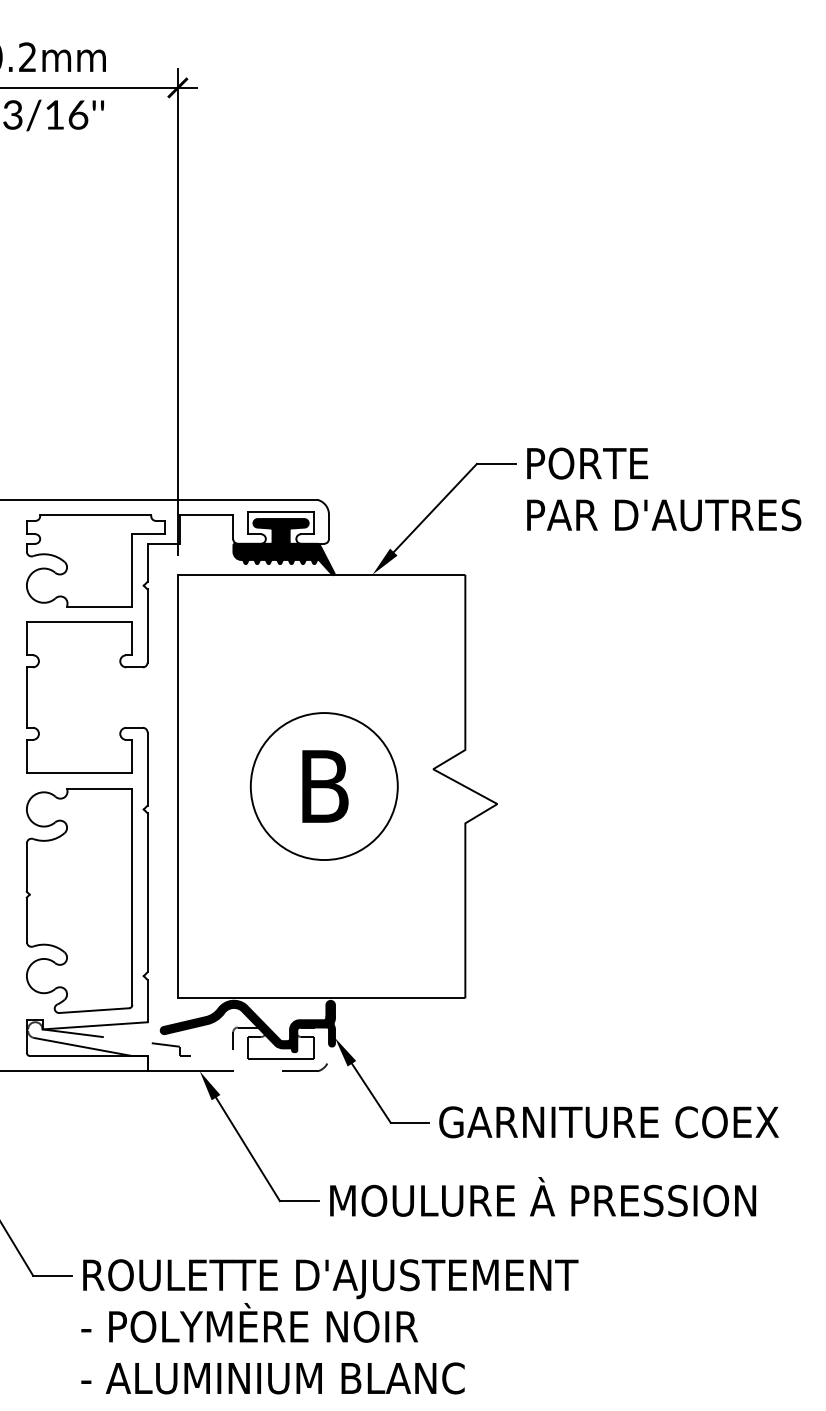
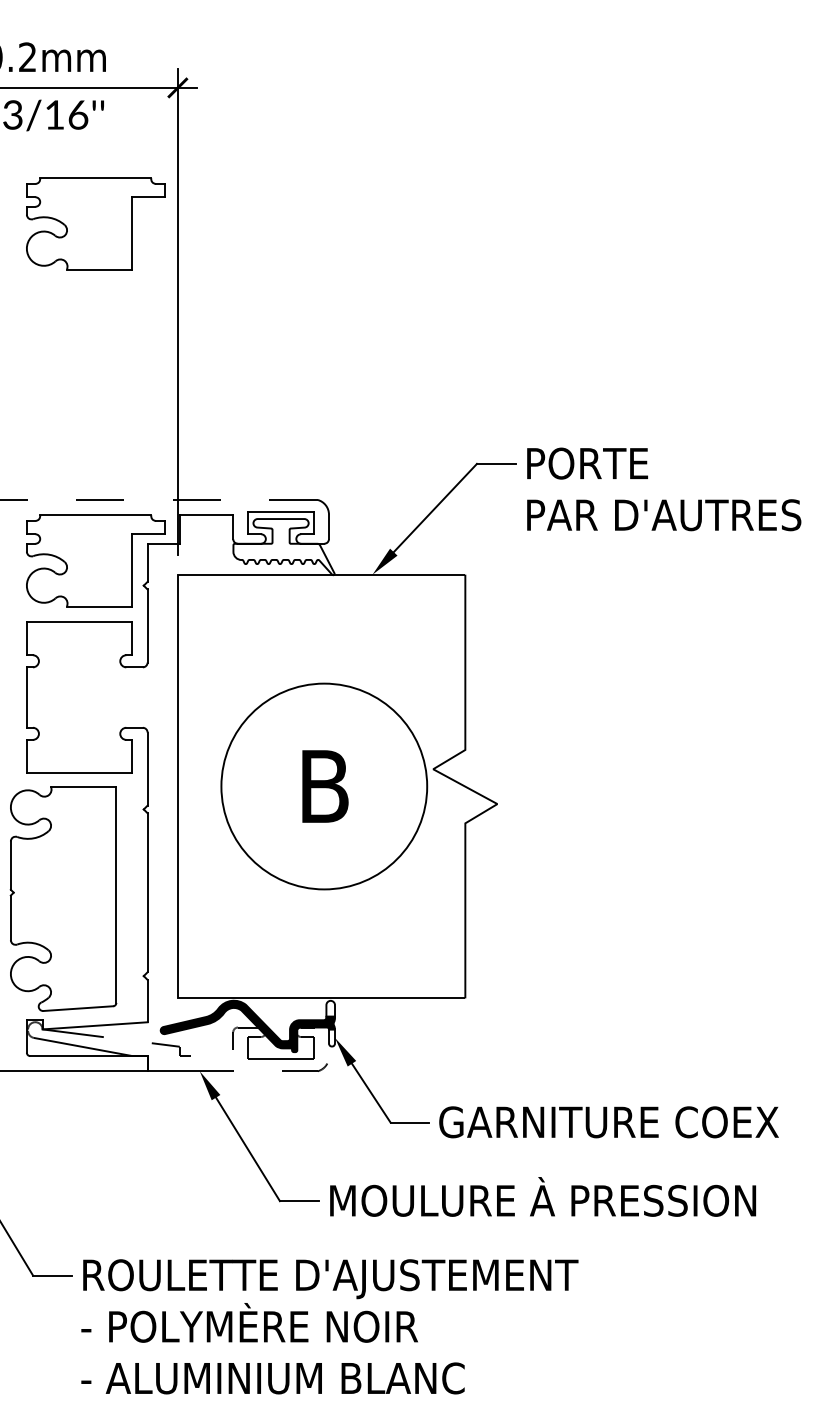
part at (95, 223): none -> present
line at (158, 499): solid -> dashed
fill at (283, 547): present -> none
circle at (323, 786) diameter: 147 px -> 206 px
part at (79, 900) position: (79, 900) -> (63, 898)
fill at (330, 1008): present -> none
fill at (332, 1037): present -> none
